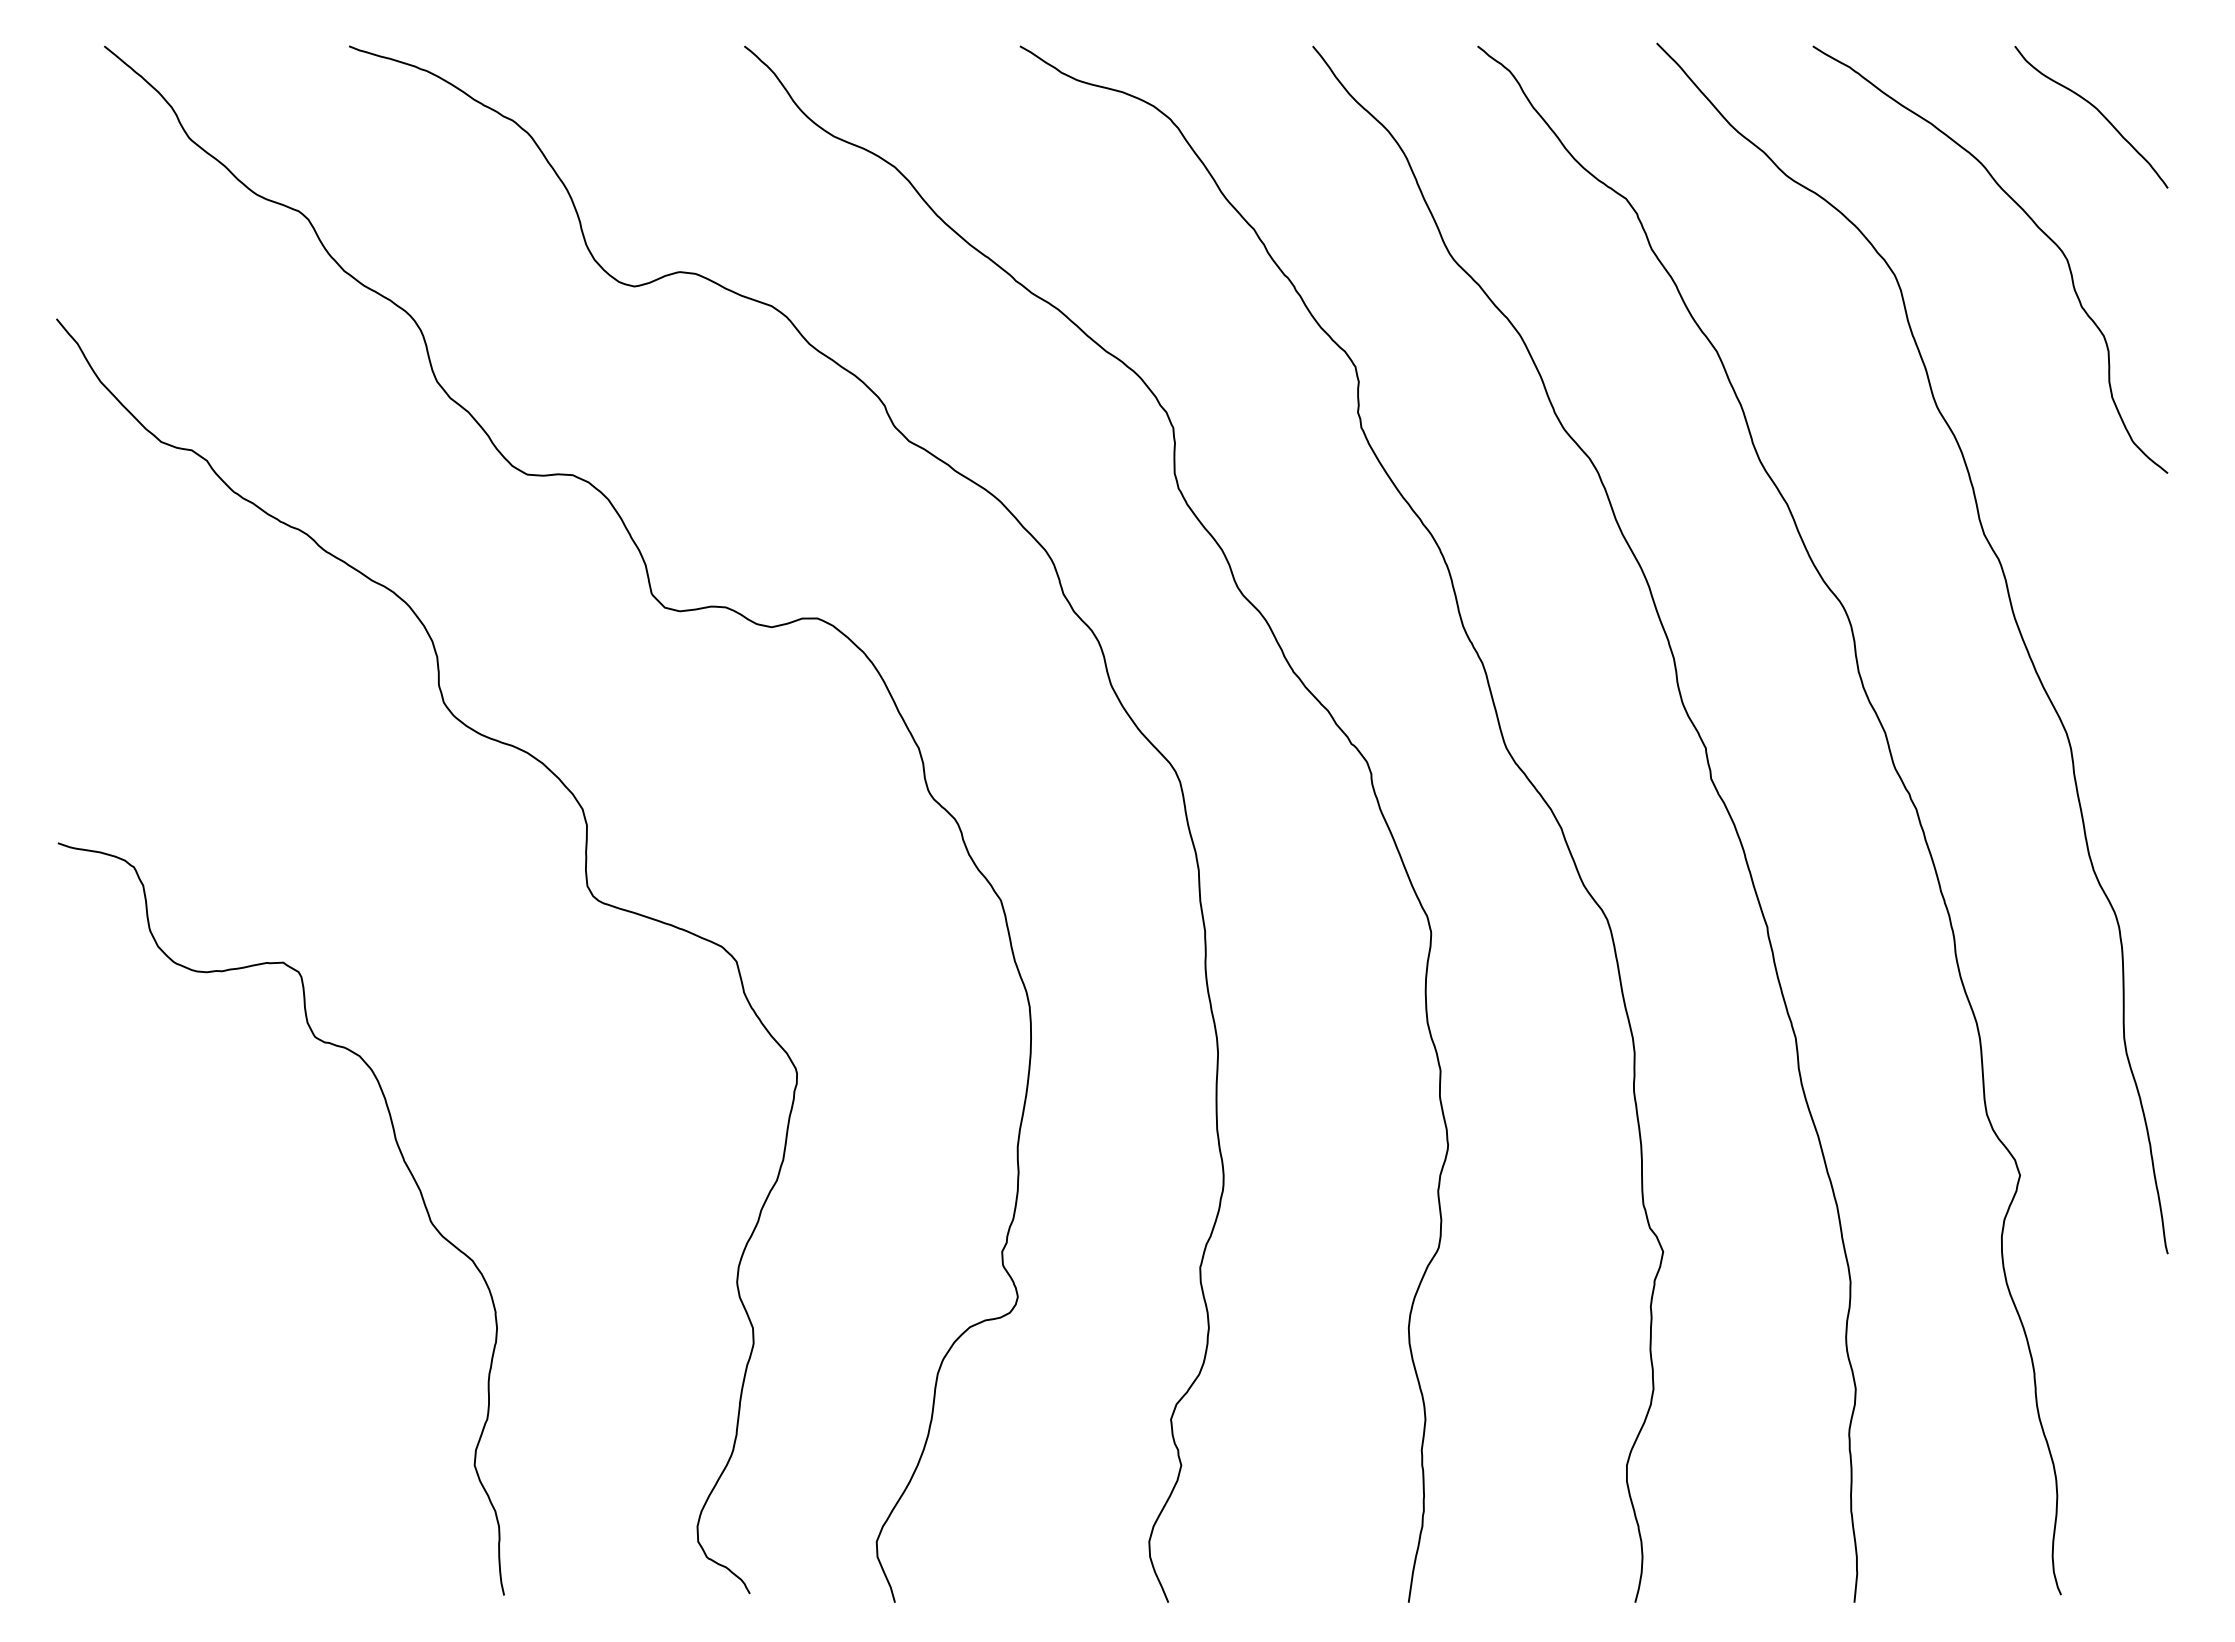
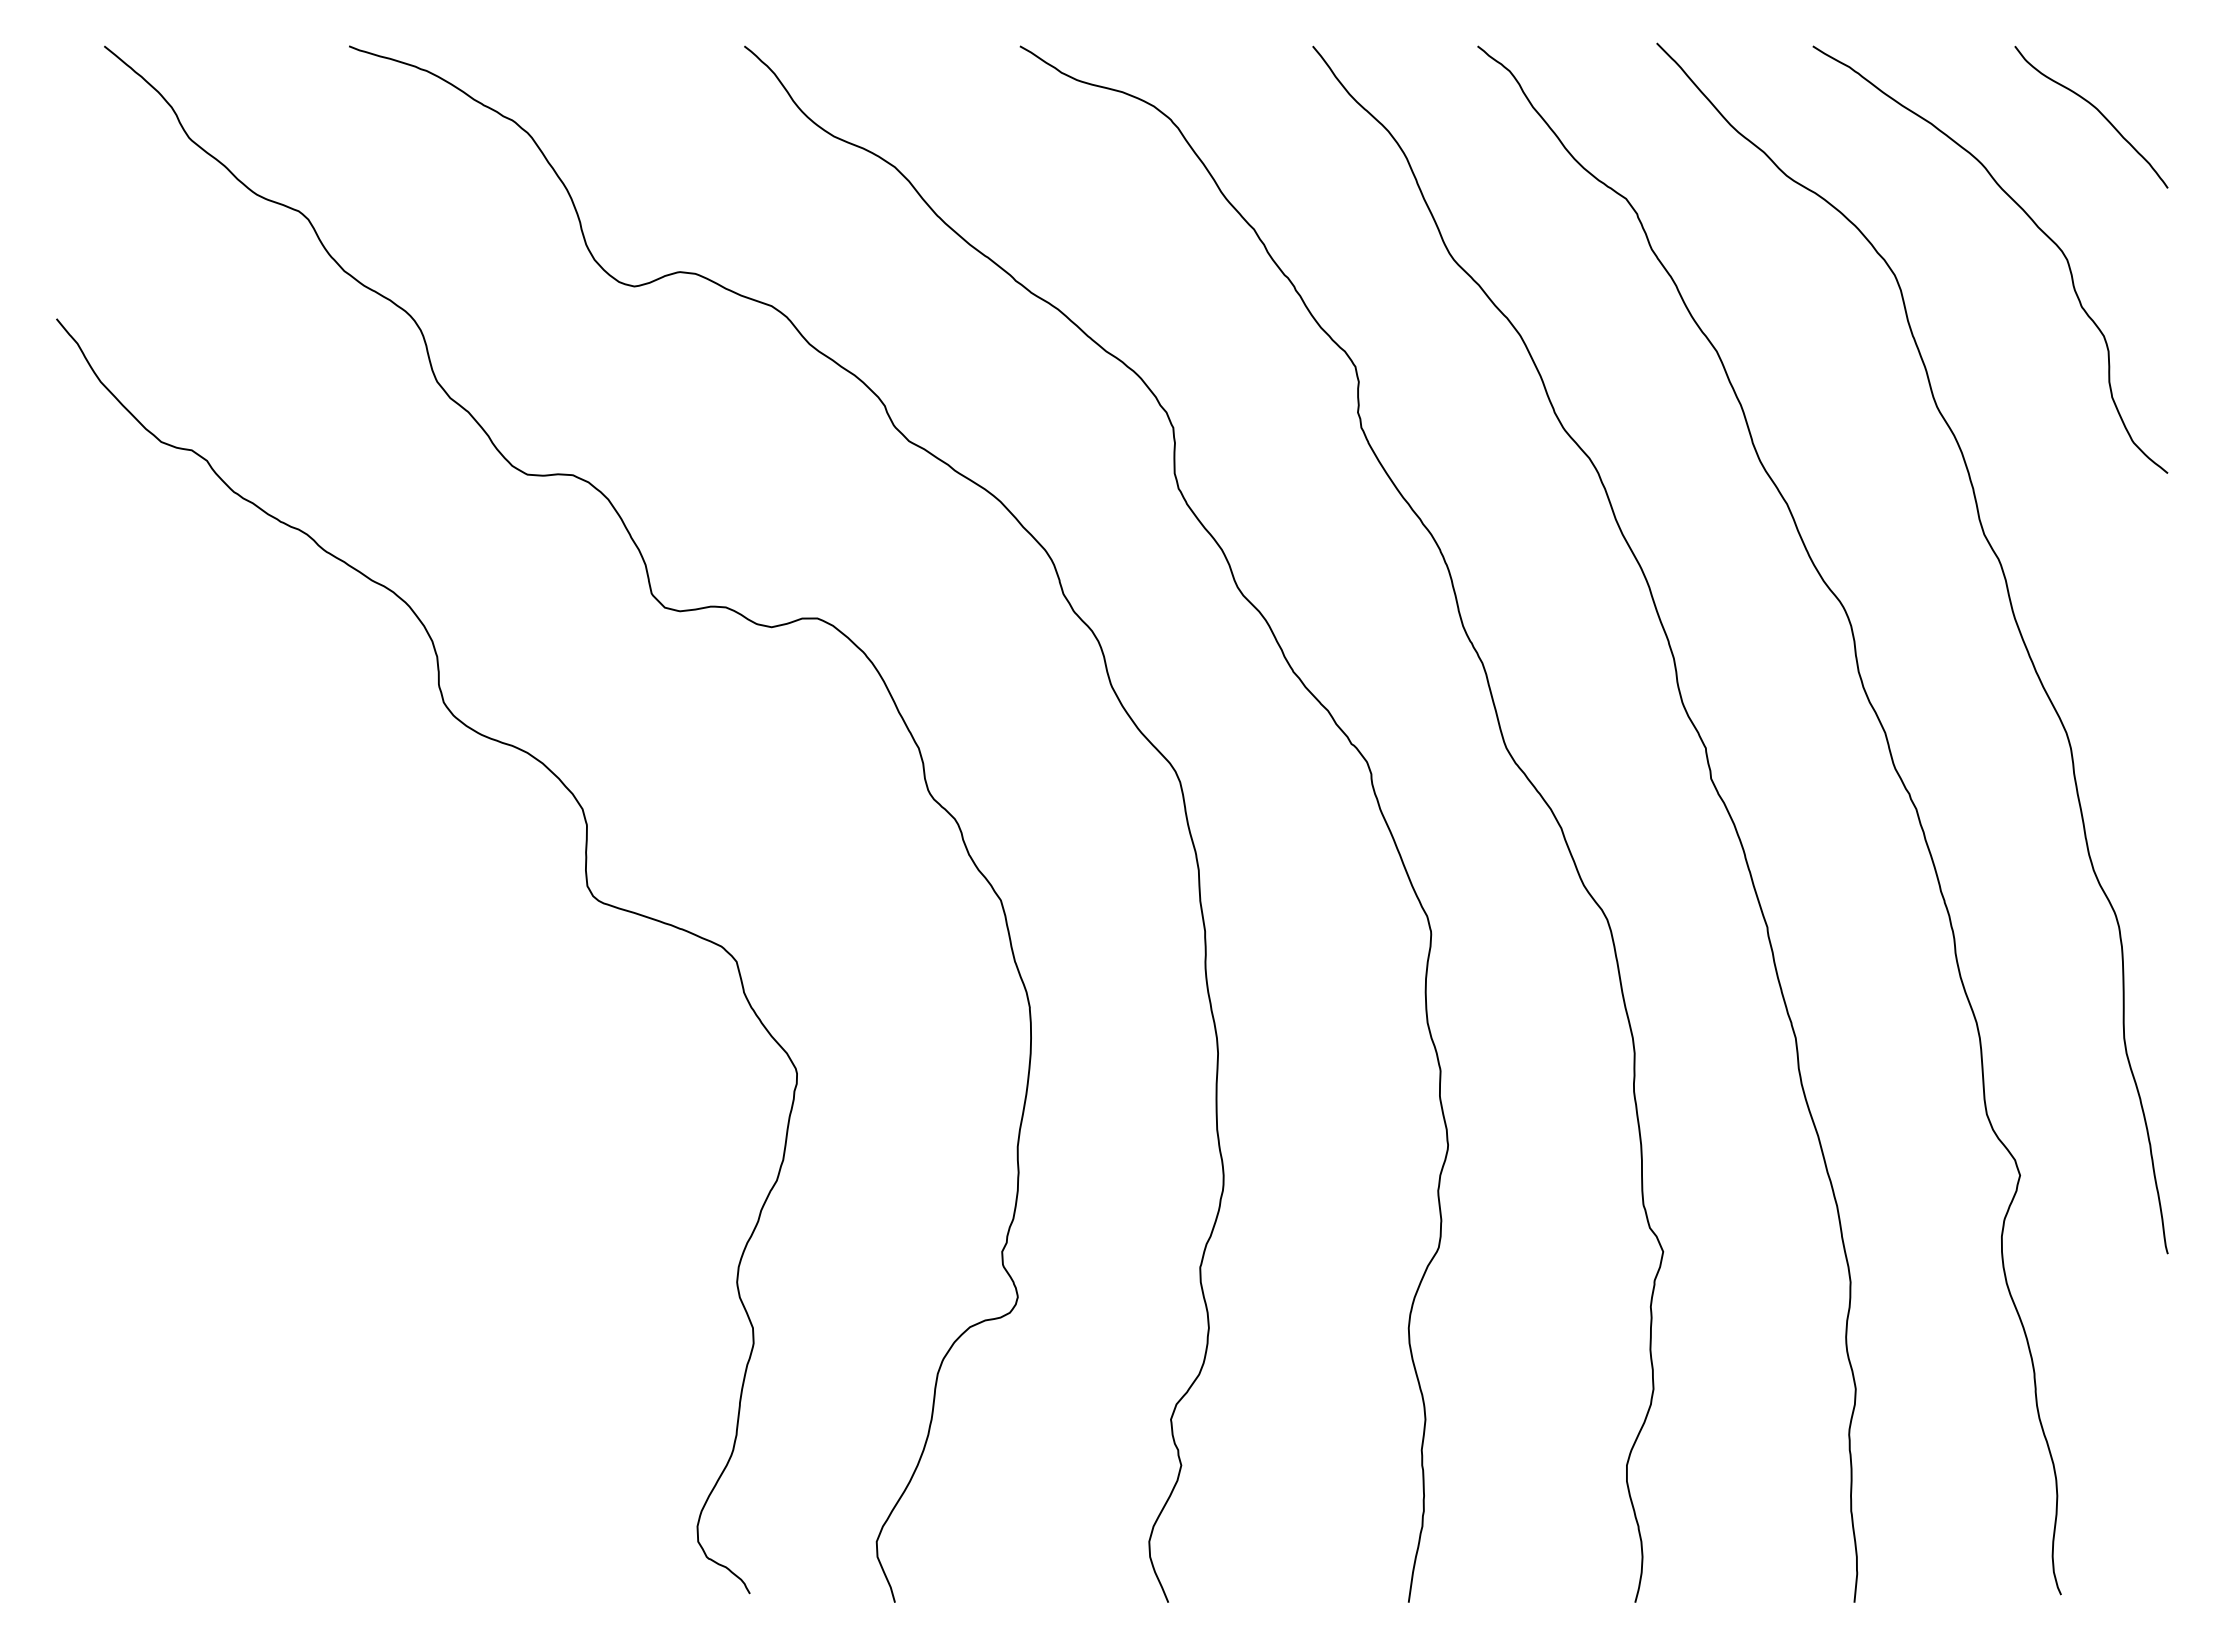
curve at (402, 1159): present -> none
